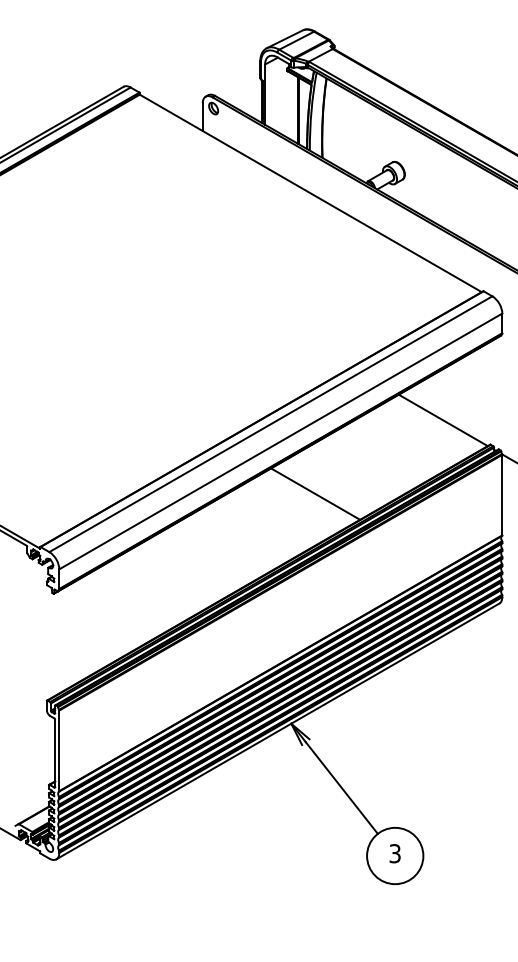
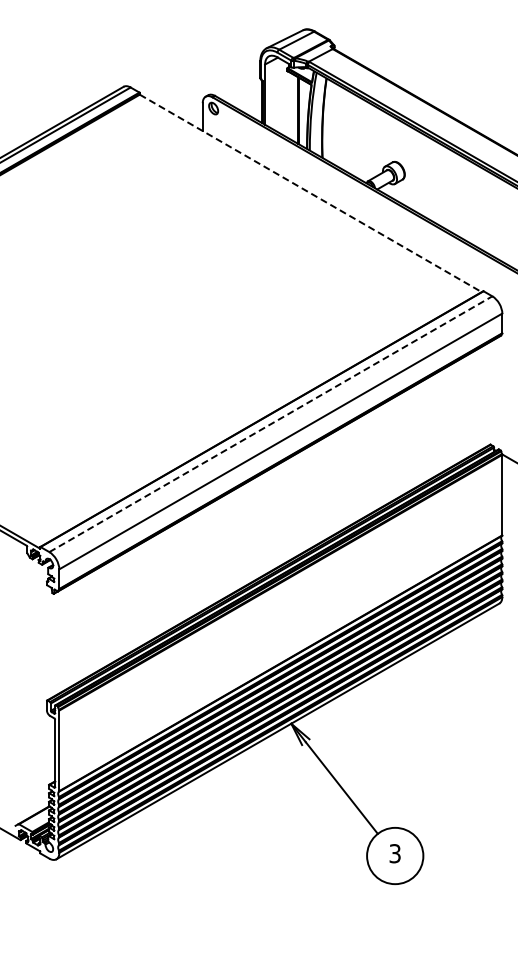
line at (311, 193): solid -> dashed
line at (442, 420): present -> none
line at (270, 424): solid -> dashed
line at (315, 493): present -> none
